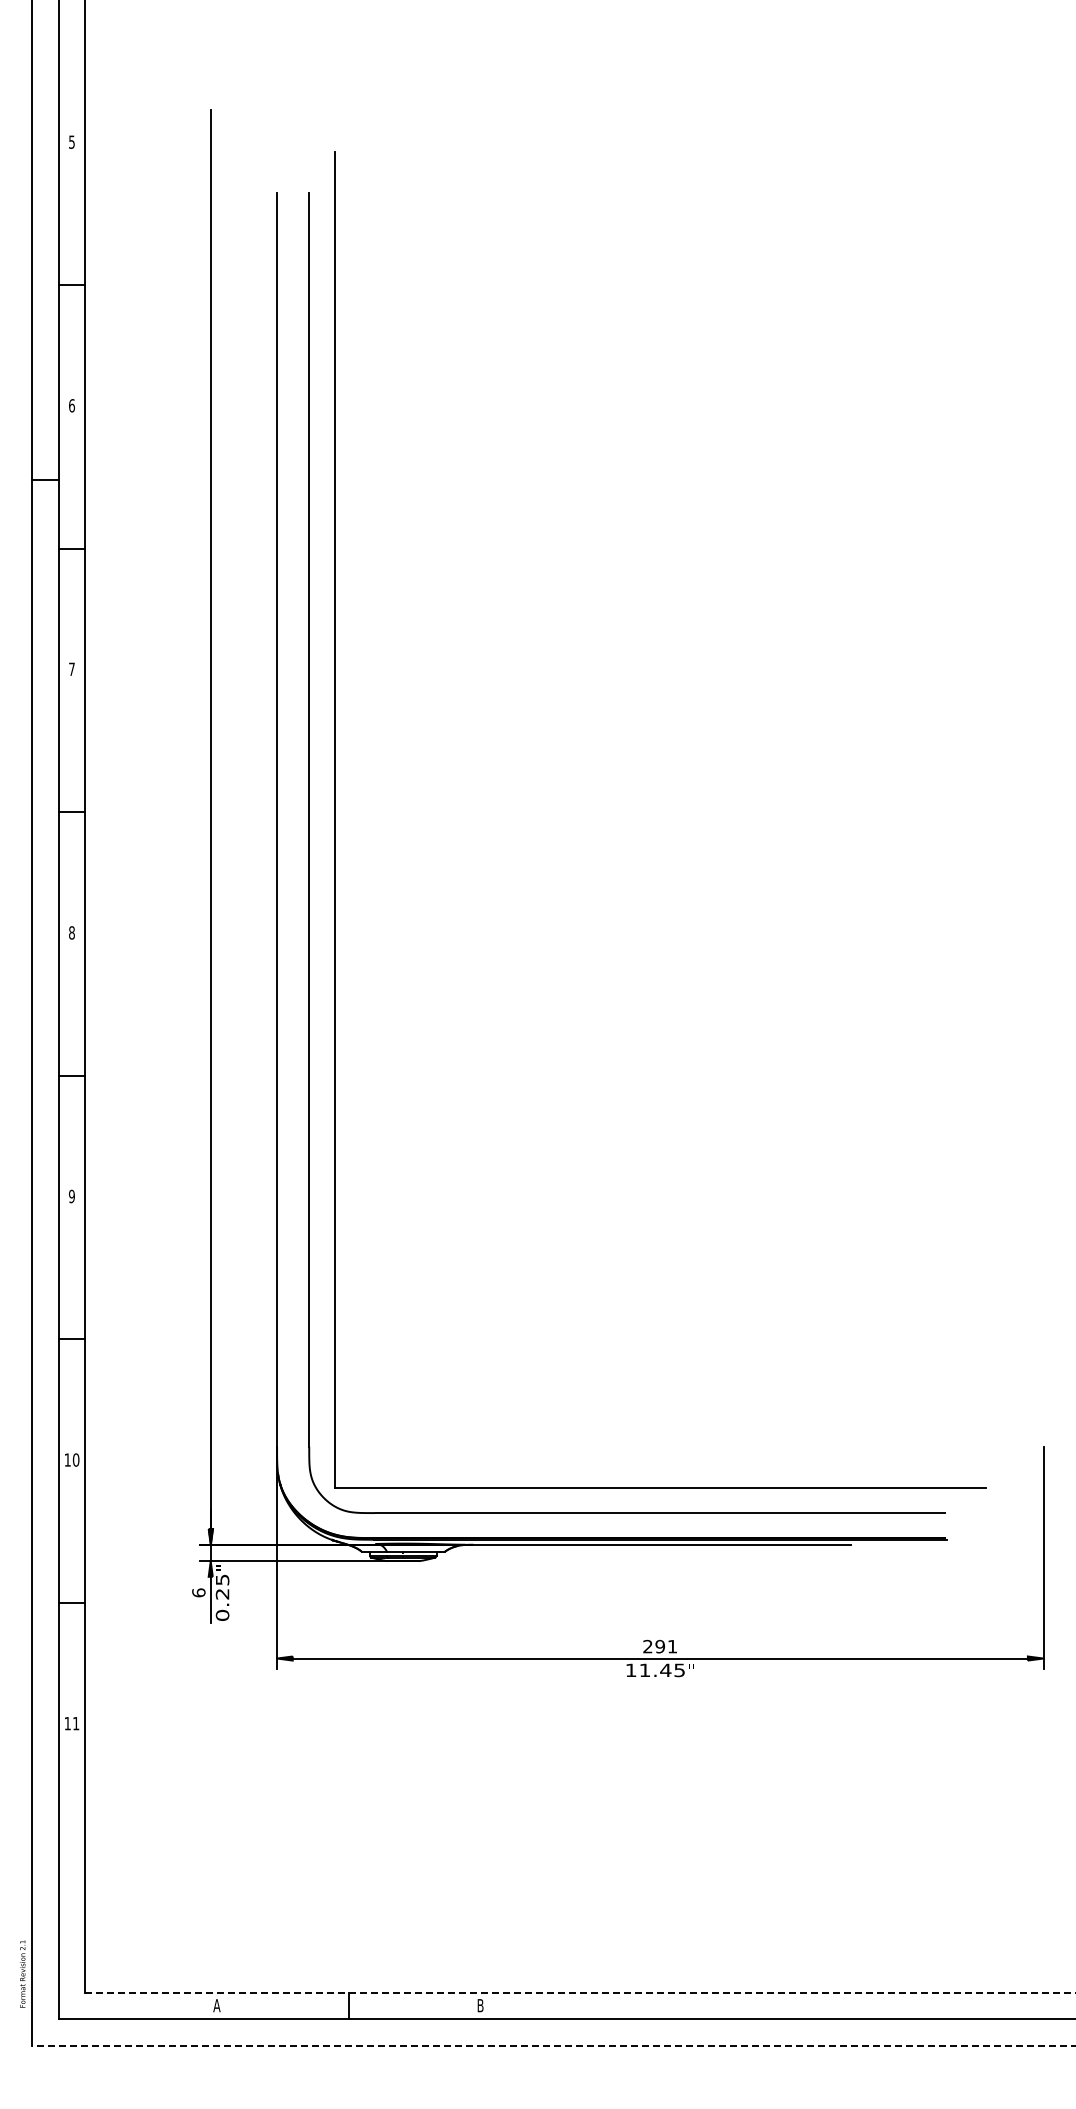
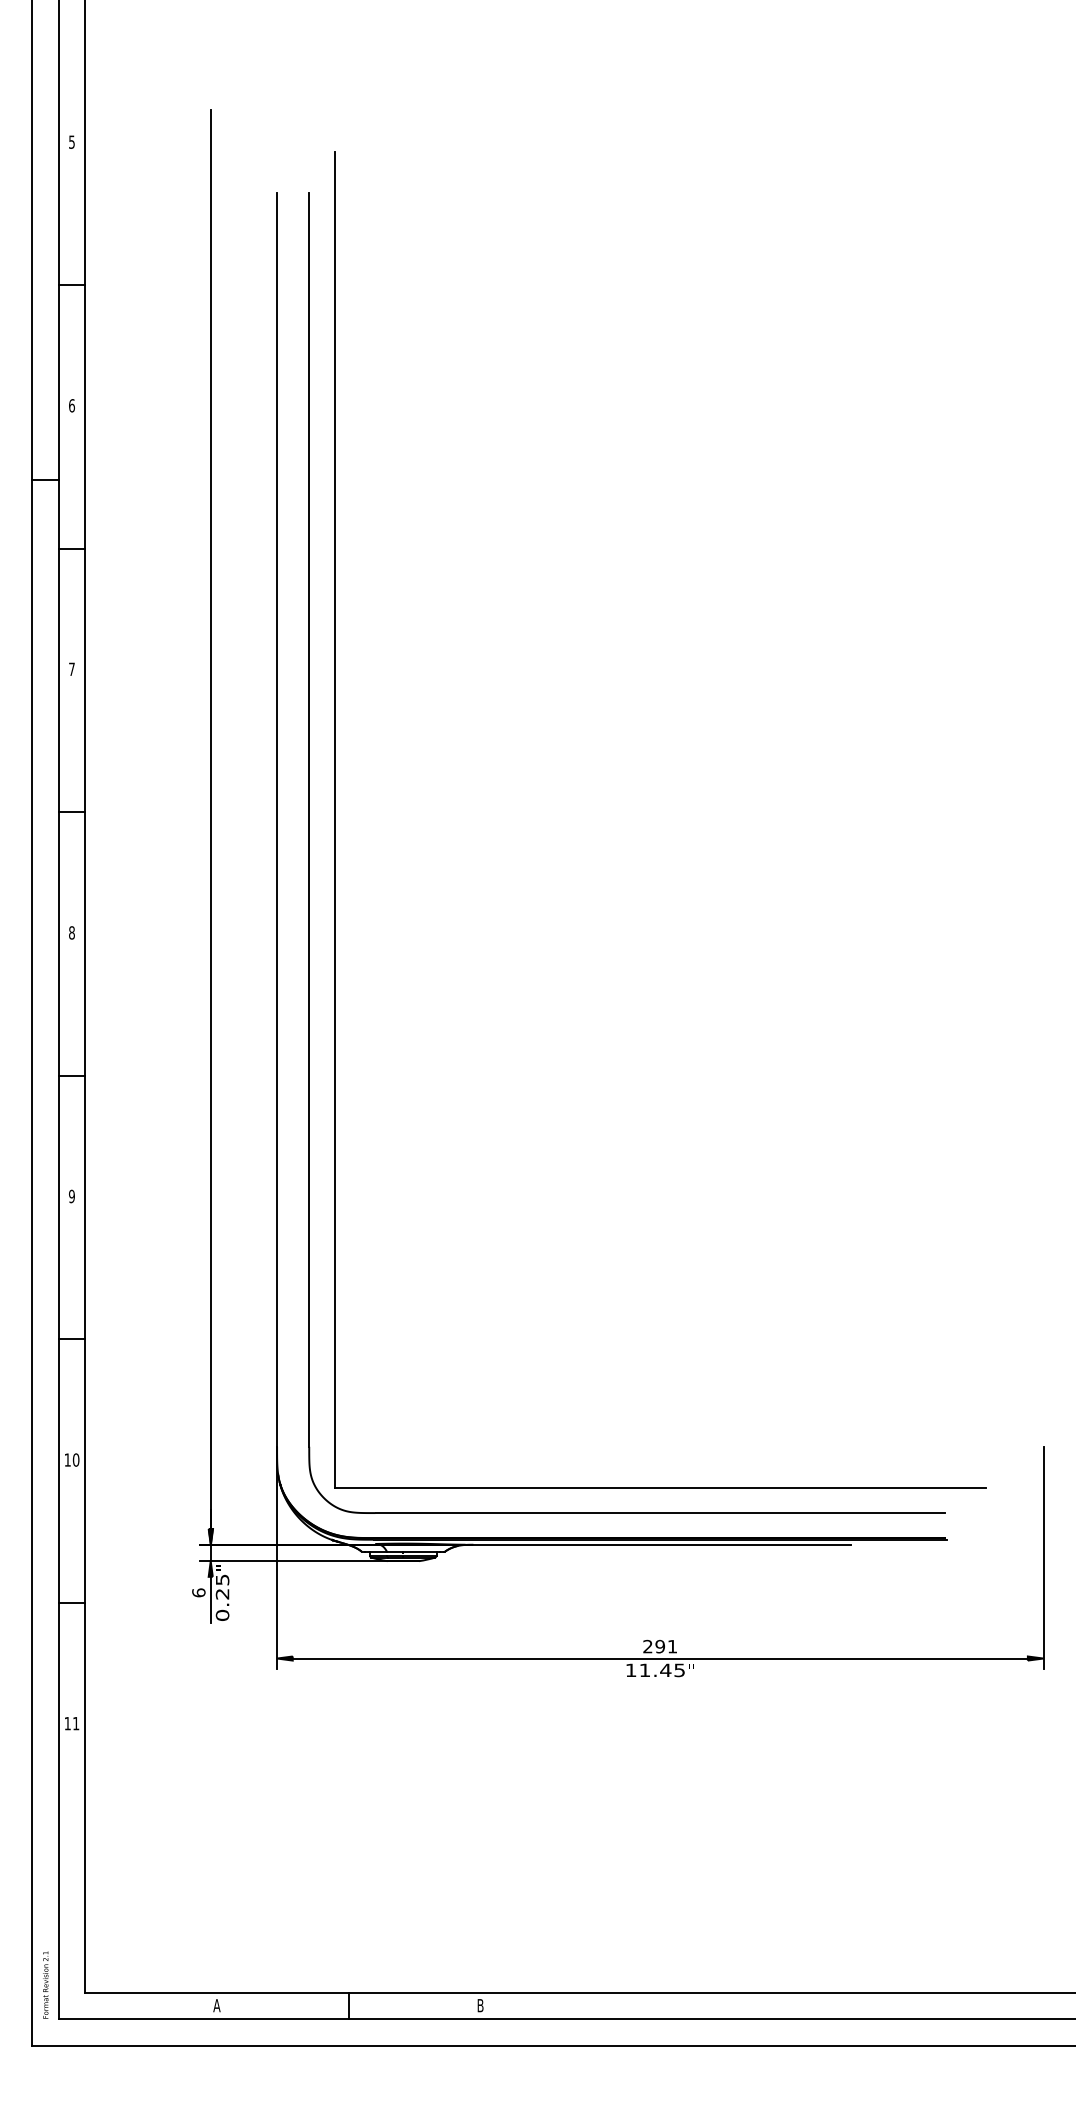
text at (22, 1973) position: (22, 1973) -> (45, 1984)
line at (581, 1993): dashed -> solid
line at (553, 2045): dashed -> solid
